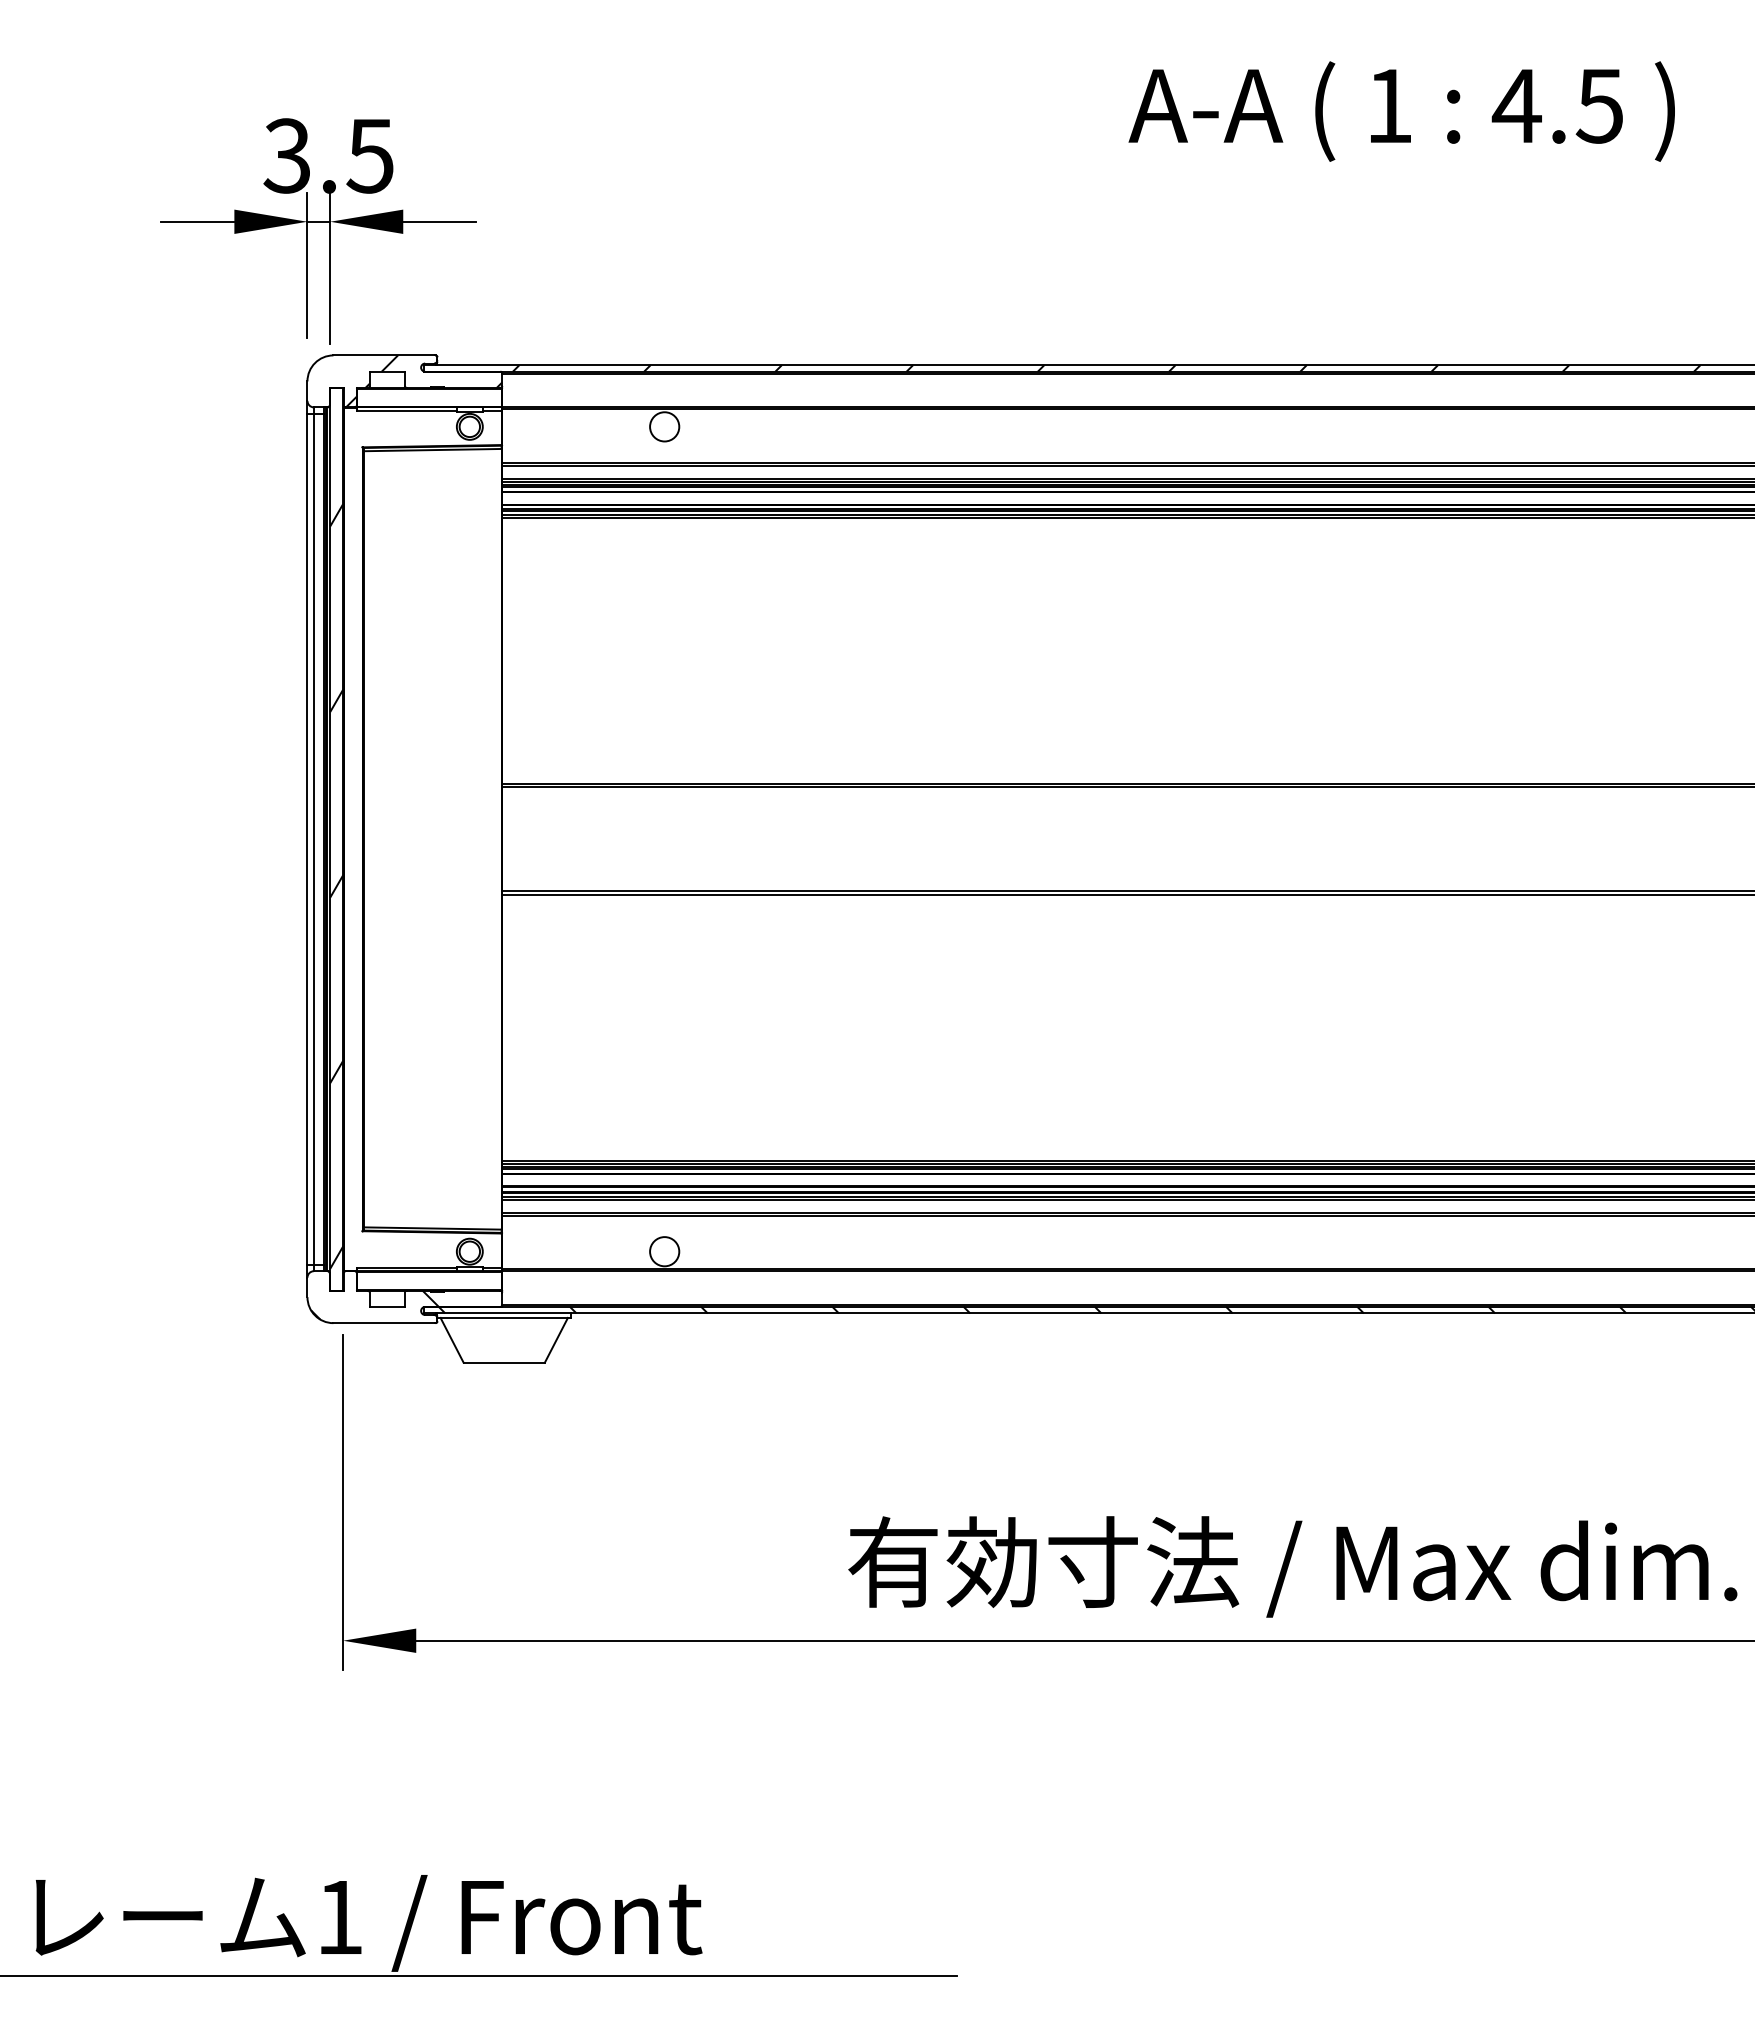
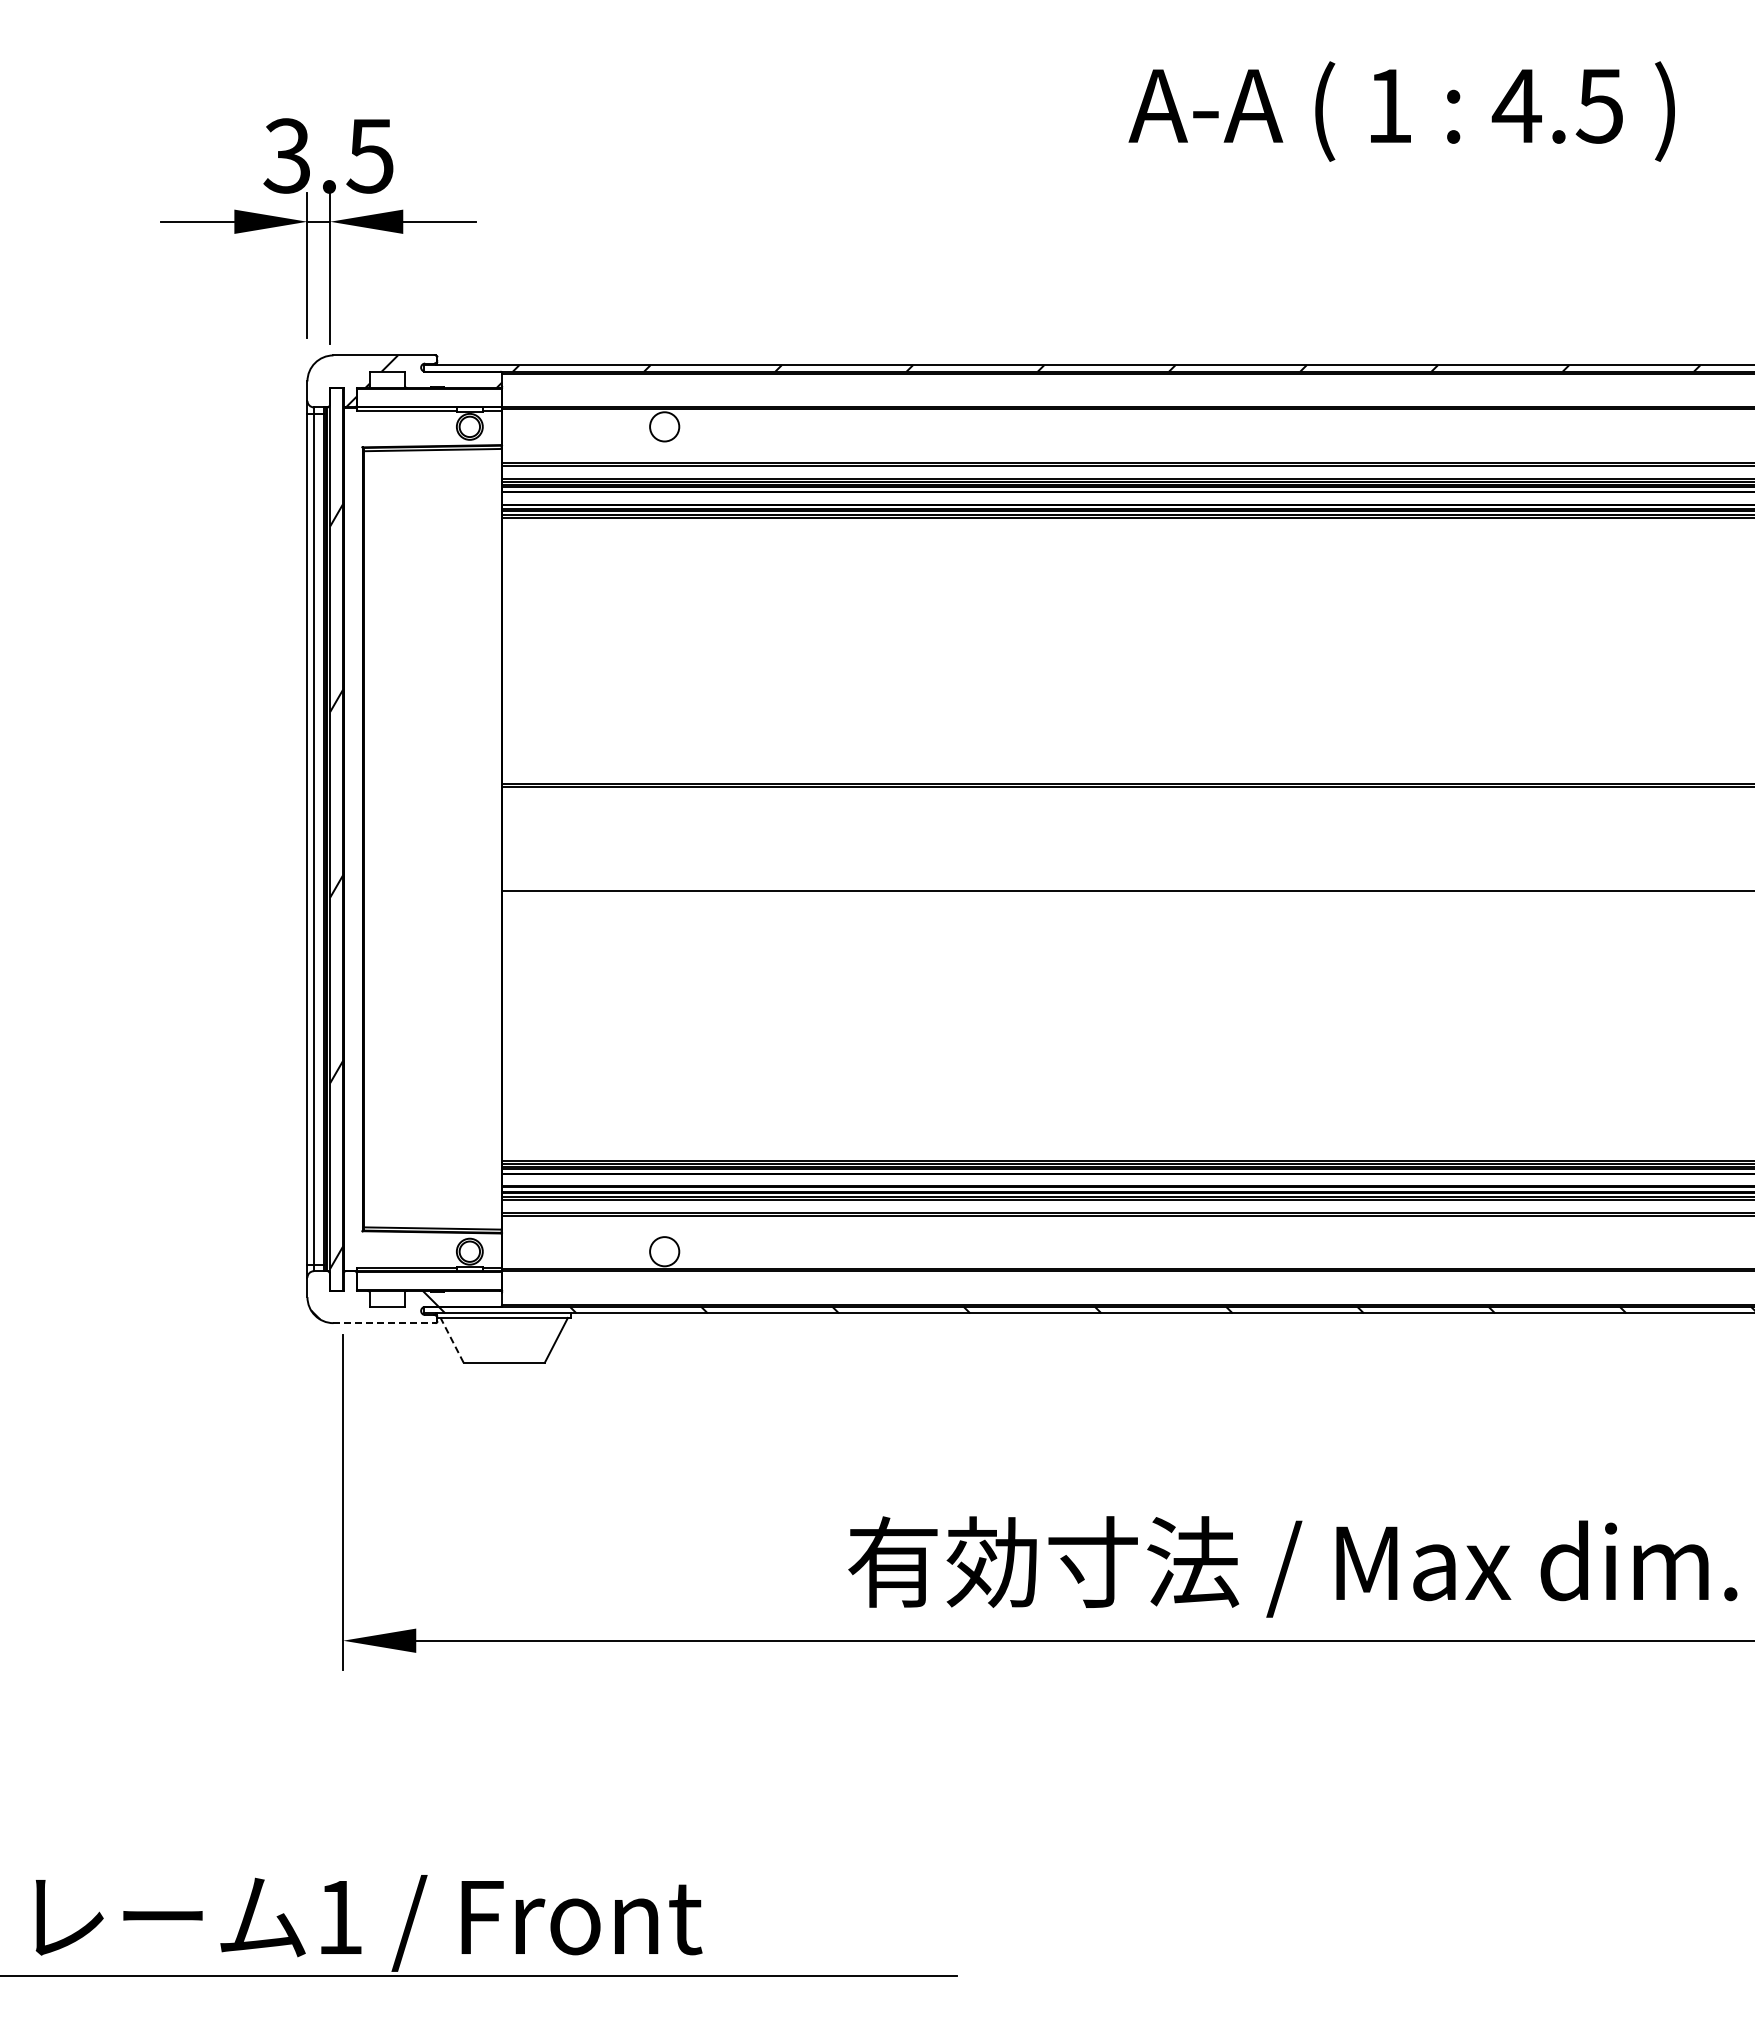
line at (1126, 894): present -> none
line at (384, 1323): solid -> dashed
line at (451, 1339): solid -> dashed
